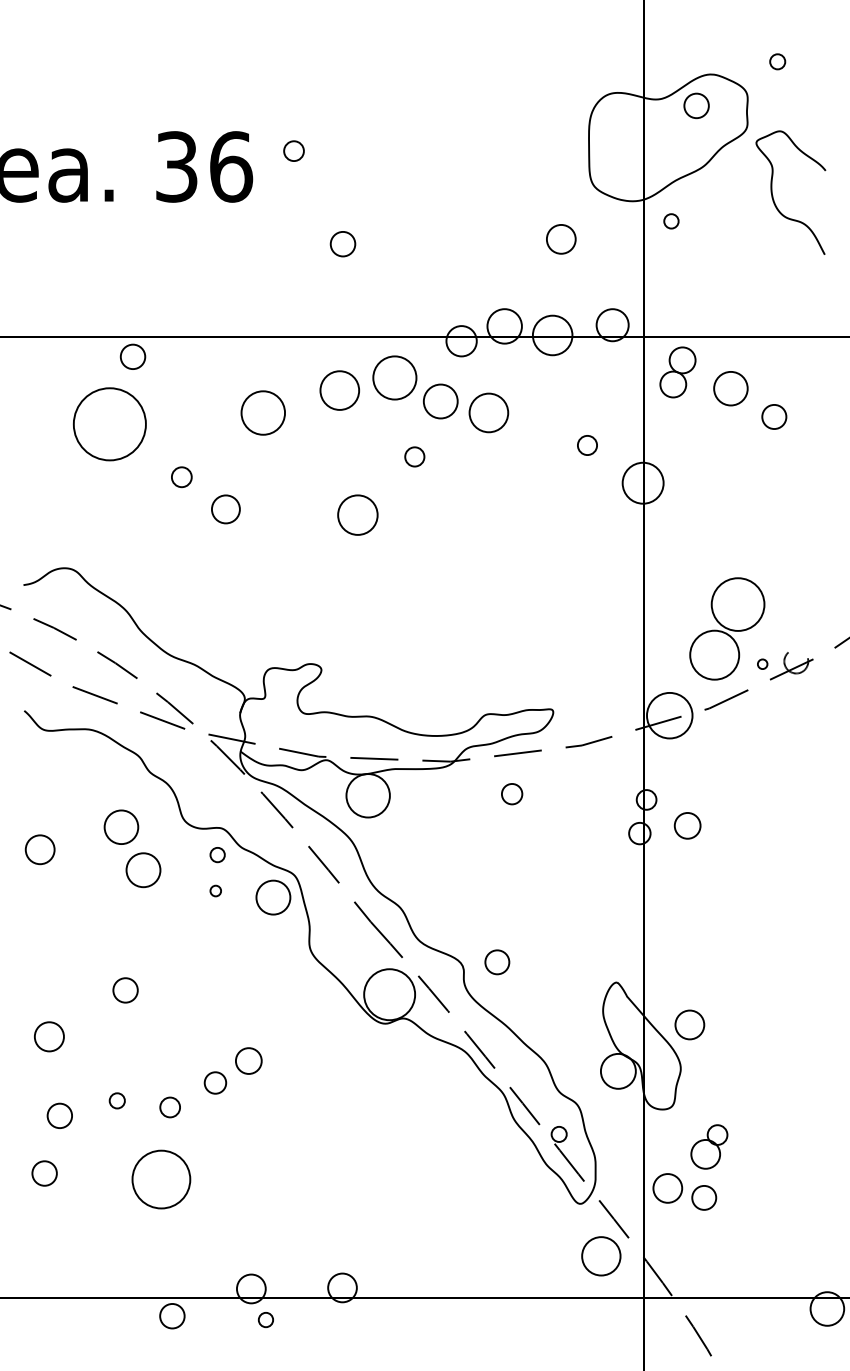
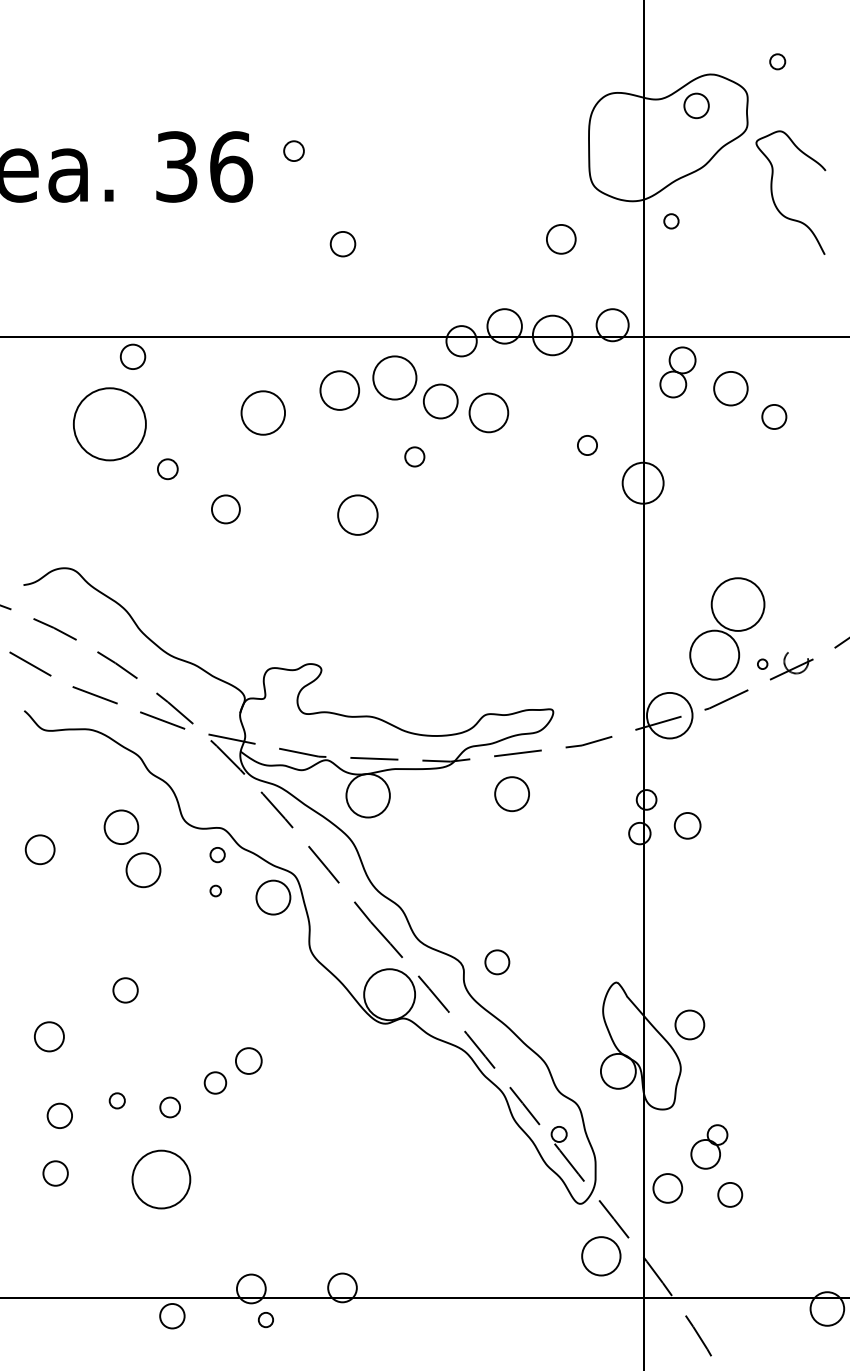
circle at (181, 477) position: (181, 477) -> (167, 469)
circle at (511, 793) diameter: 20 px -> 34 px
circle at (44, 1173) position: (44, 1173) -> (55, 1173)
circle at (704, 1197) position: (704, 1197) -> (730, 1194)
